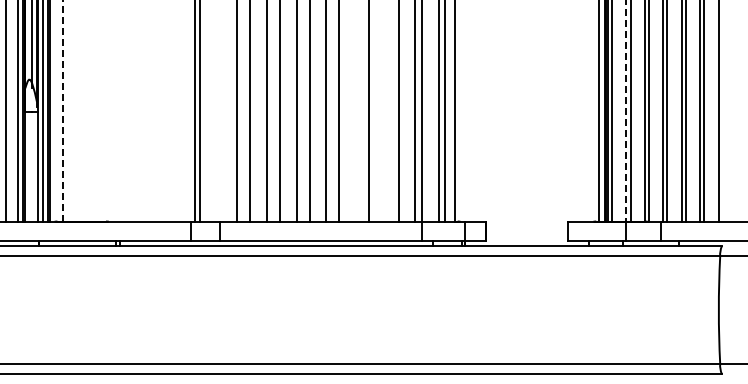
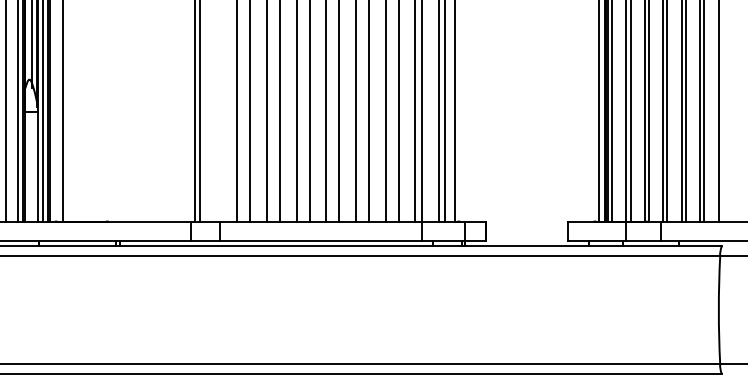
line at (63, 110): dashed -> solid
line at (356, 111): none -> present
line at (385, 111): none -> present
line at (626, 111): dashed -> solid
